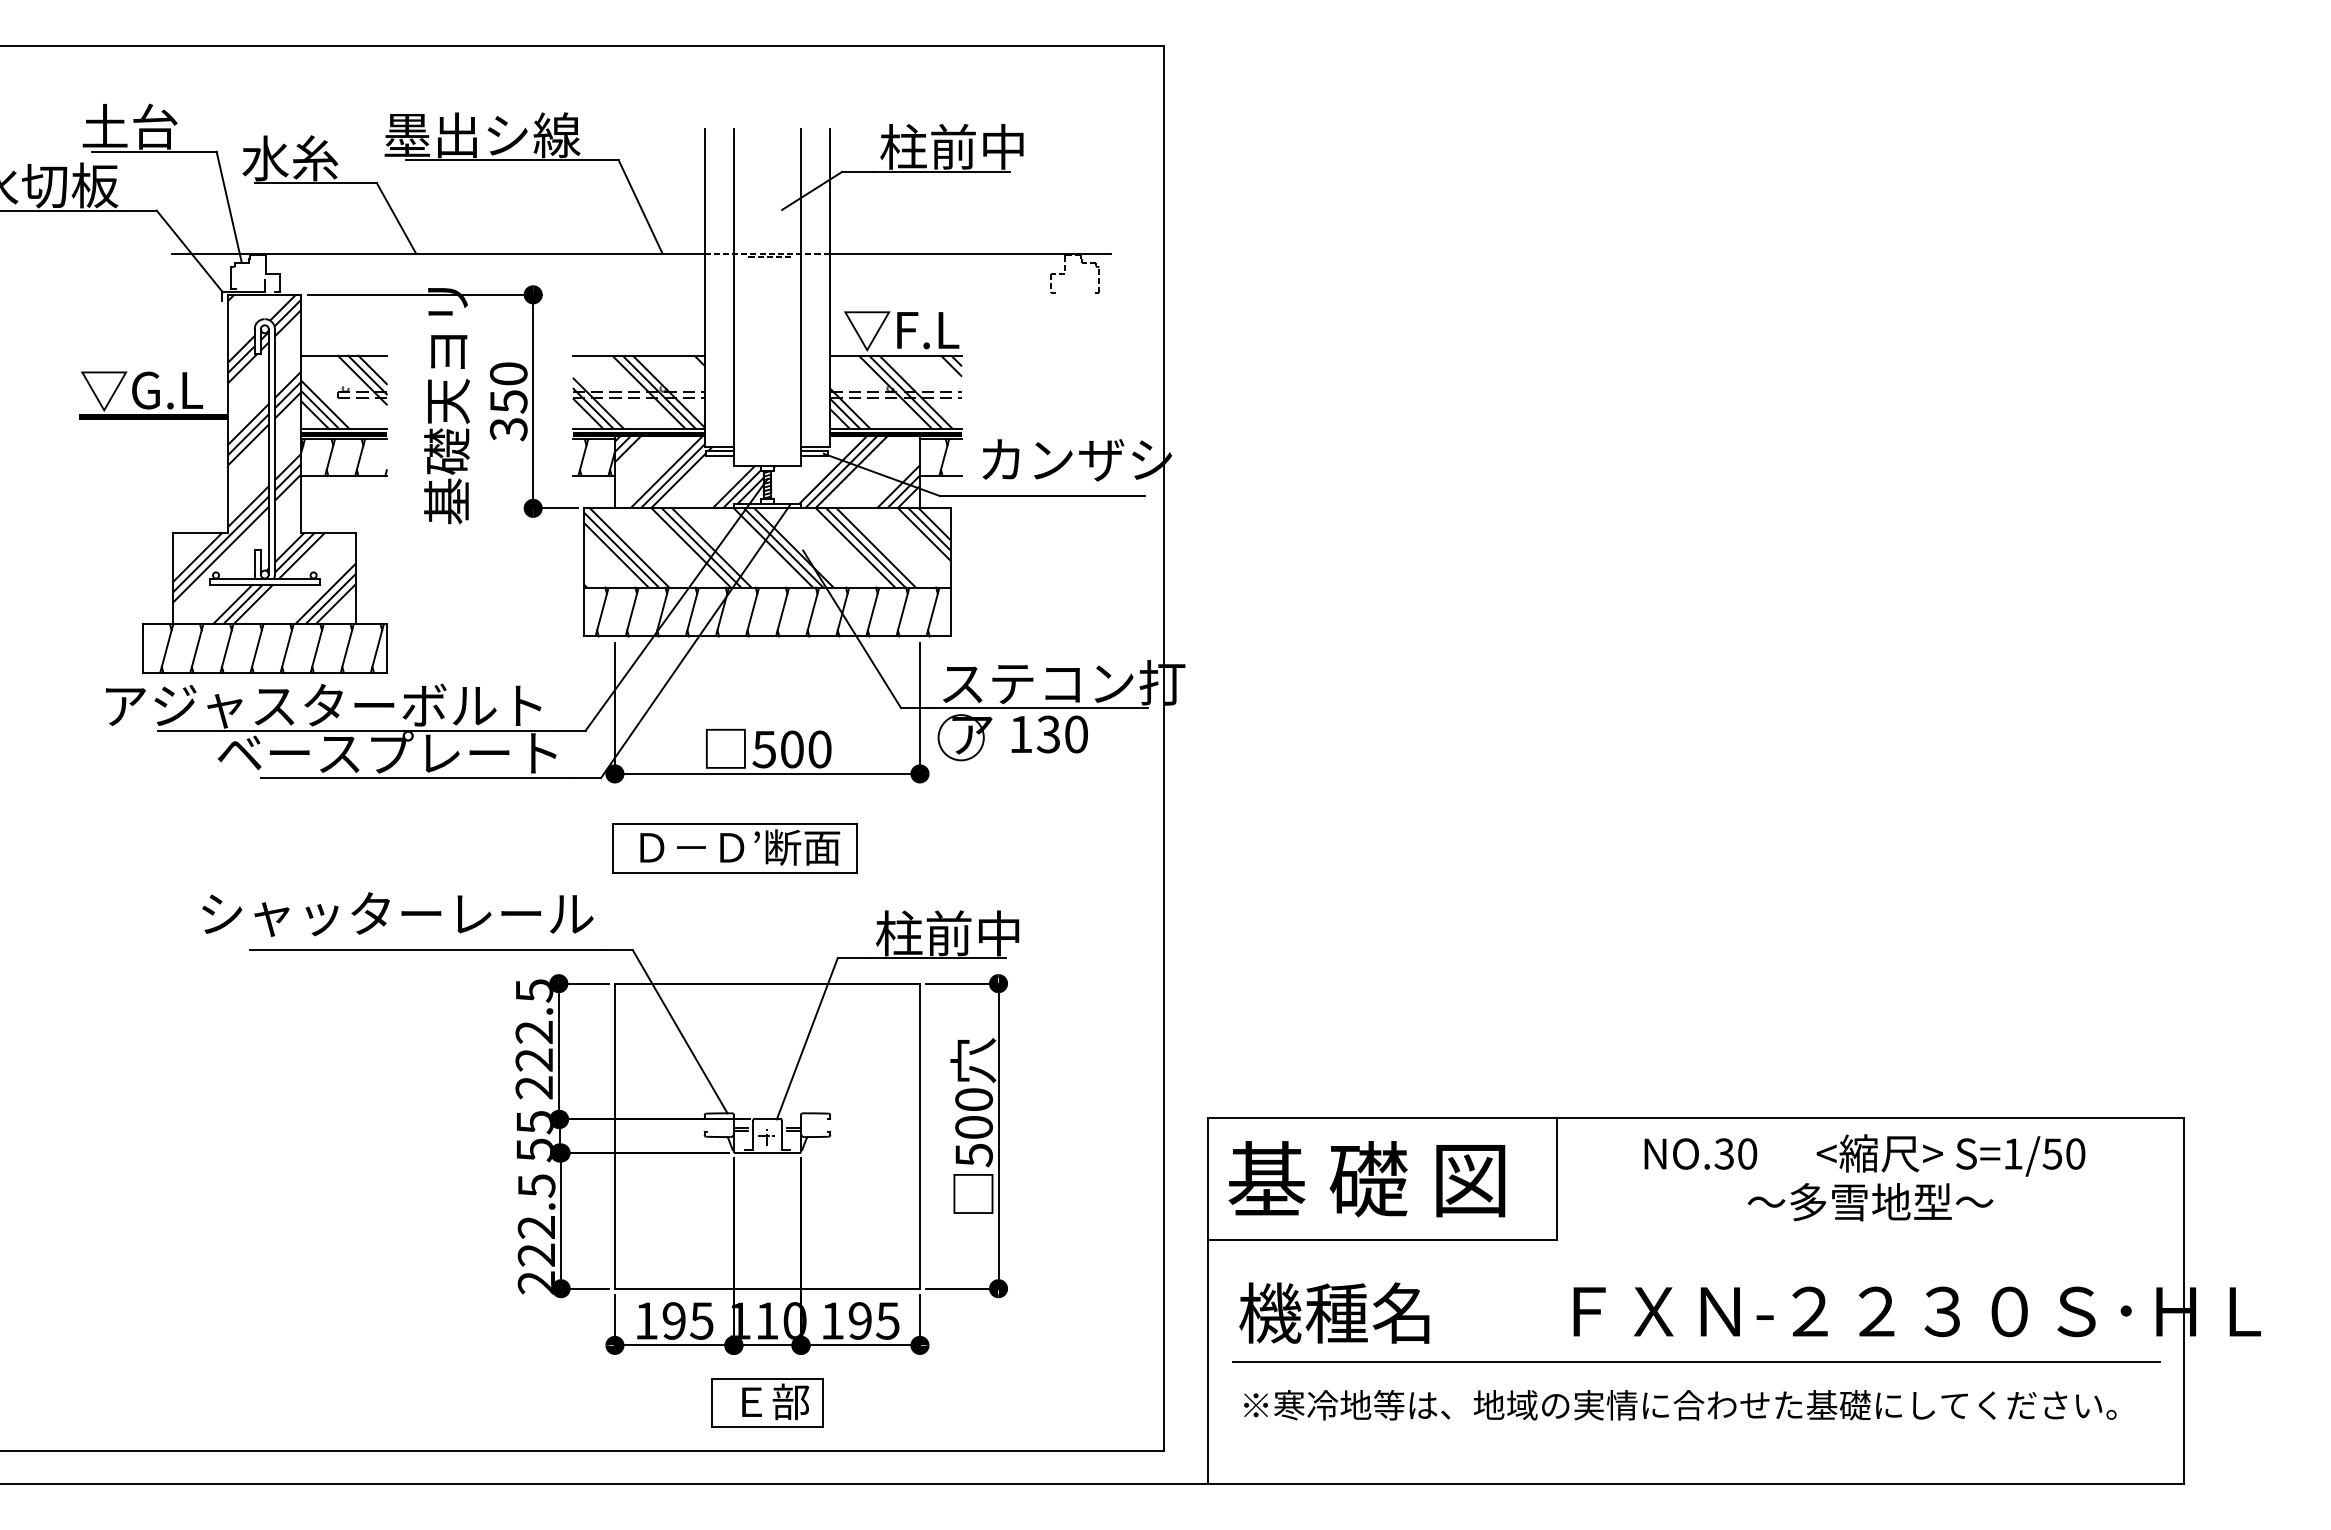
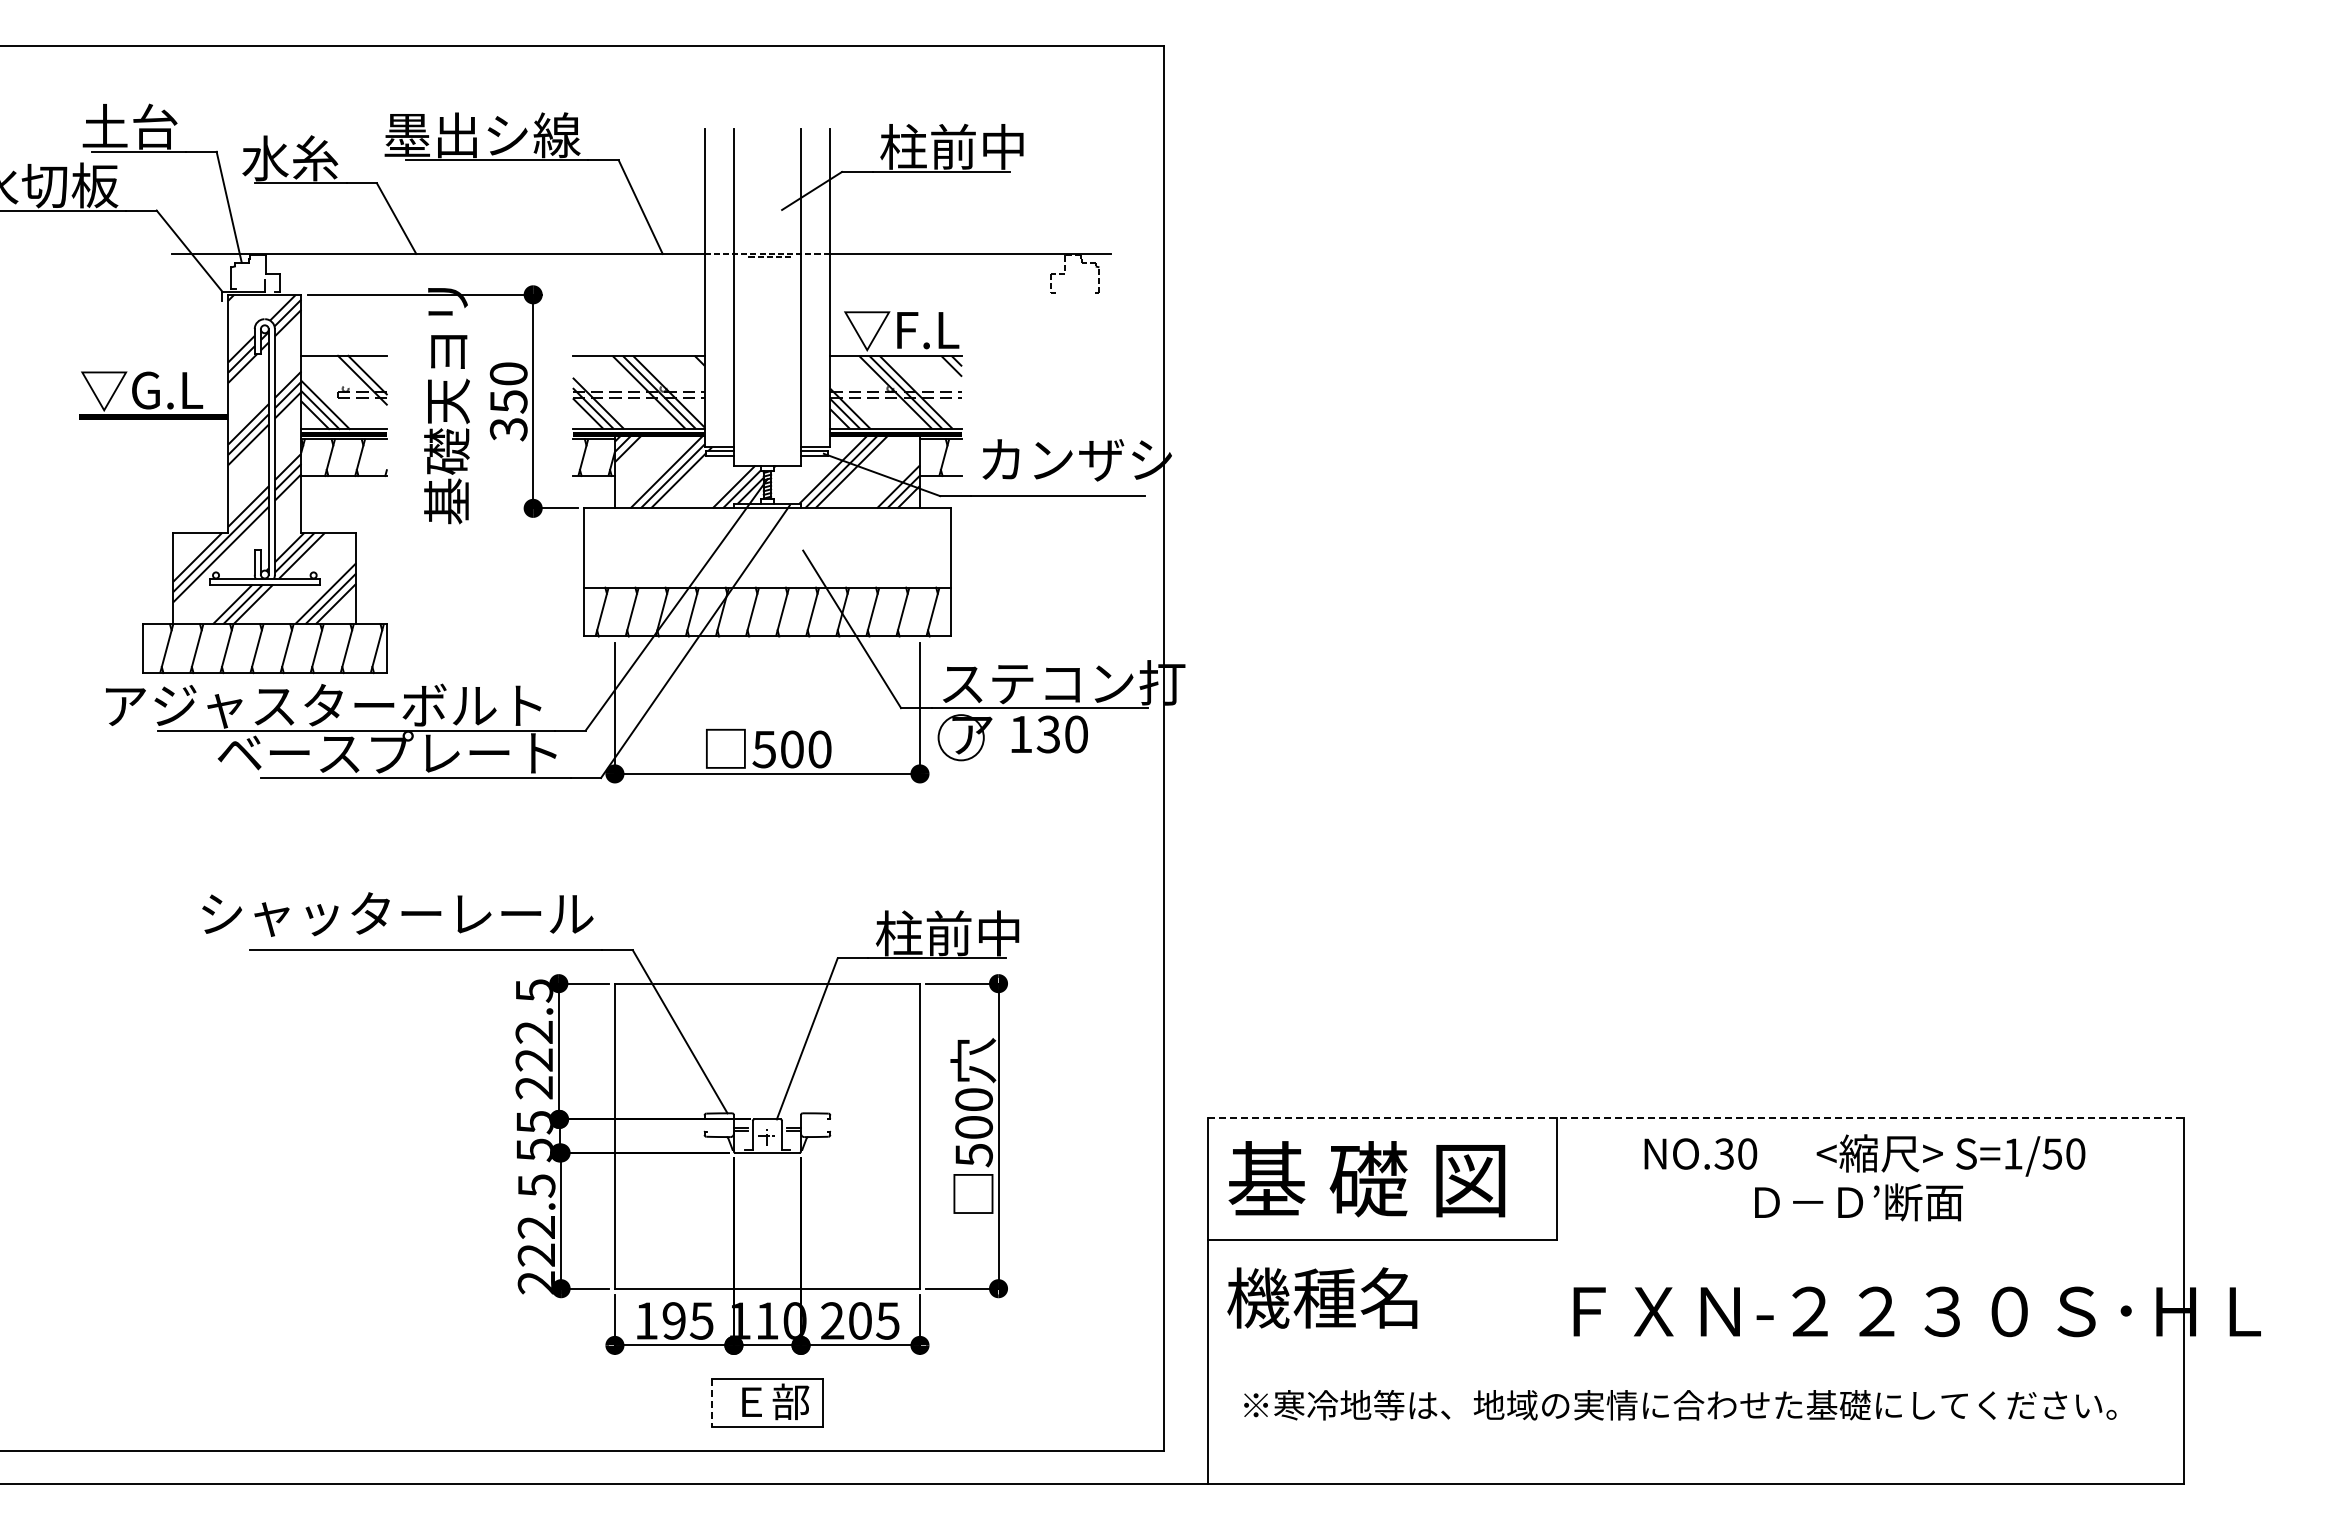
line at (372, 369): present -> none
hatch at (767, 547): present -> none
part at (734, 848): present -> none
line at (1696, 1117): solid -> dashed
text at (1870, 1202): ～多雪地型～ -> Ｄ－Ｄ’断面
text at (1334, 1312) position: (1334, 1312) -> (1322, 1297)
text at (846, 1320): 195 -> 205
line at (1696, 1361): present -> none
line at (712, 1403): solid -> dashed
